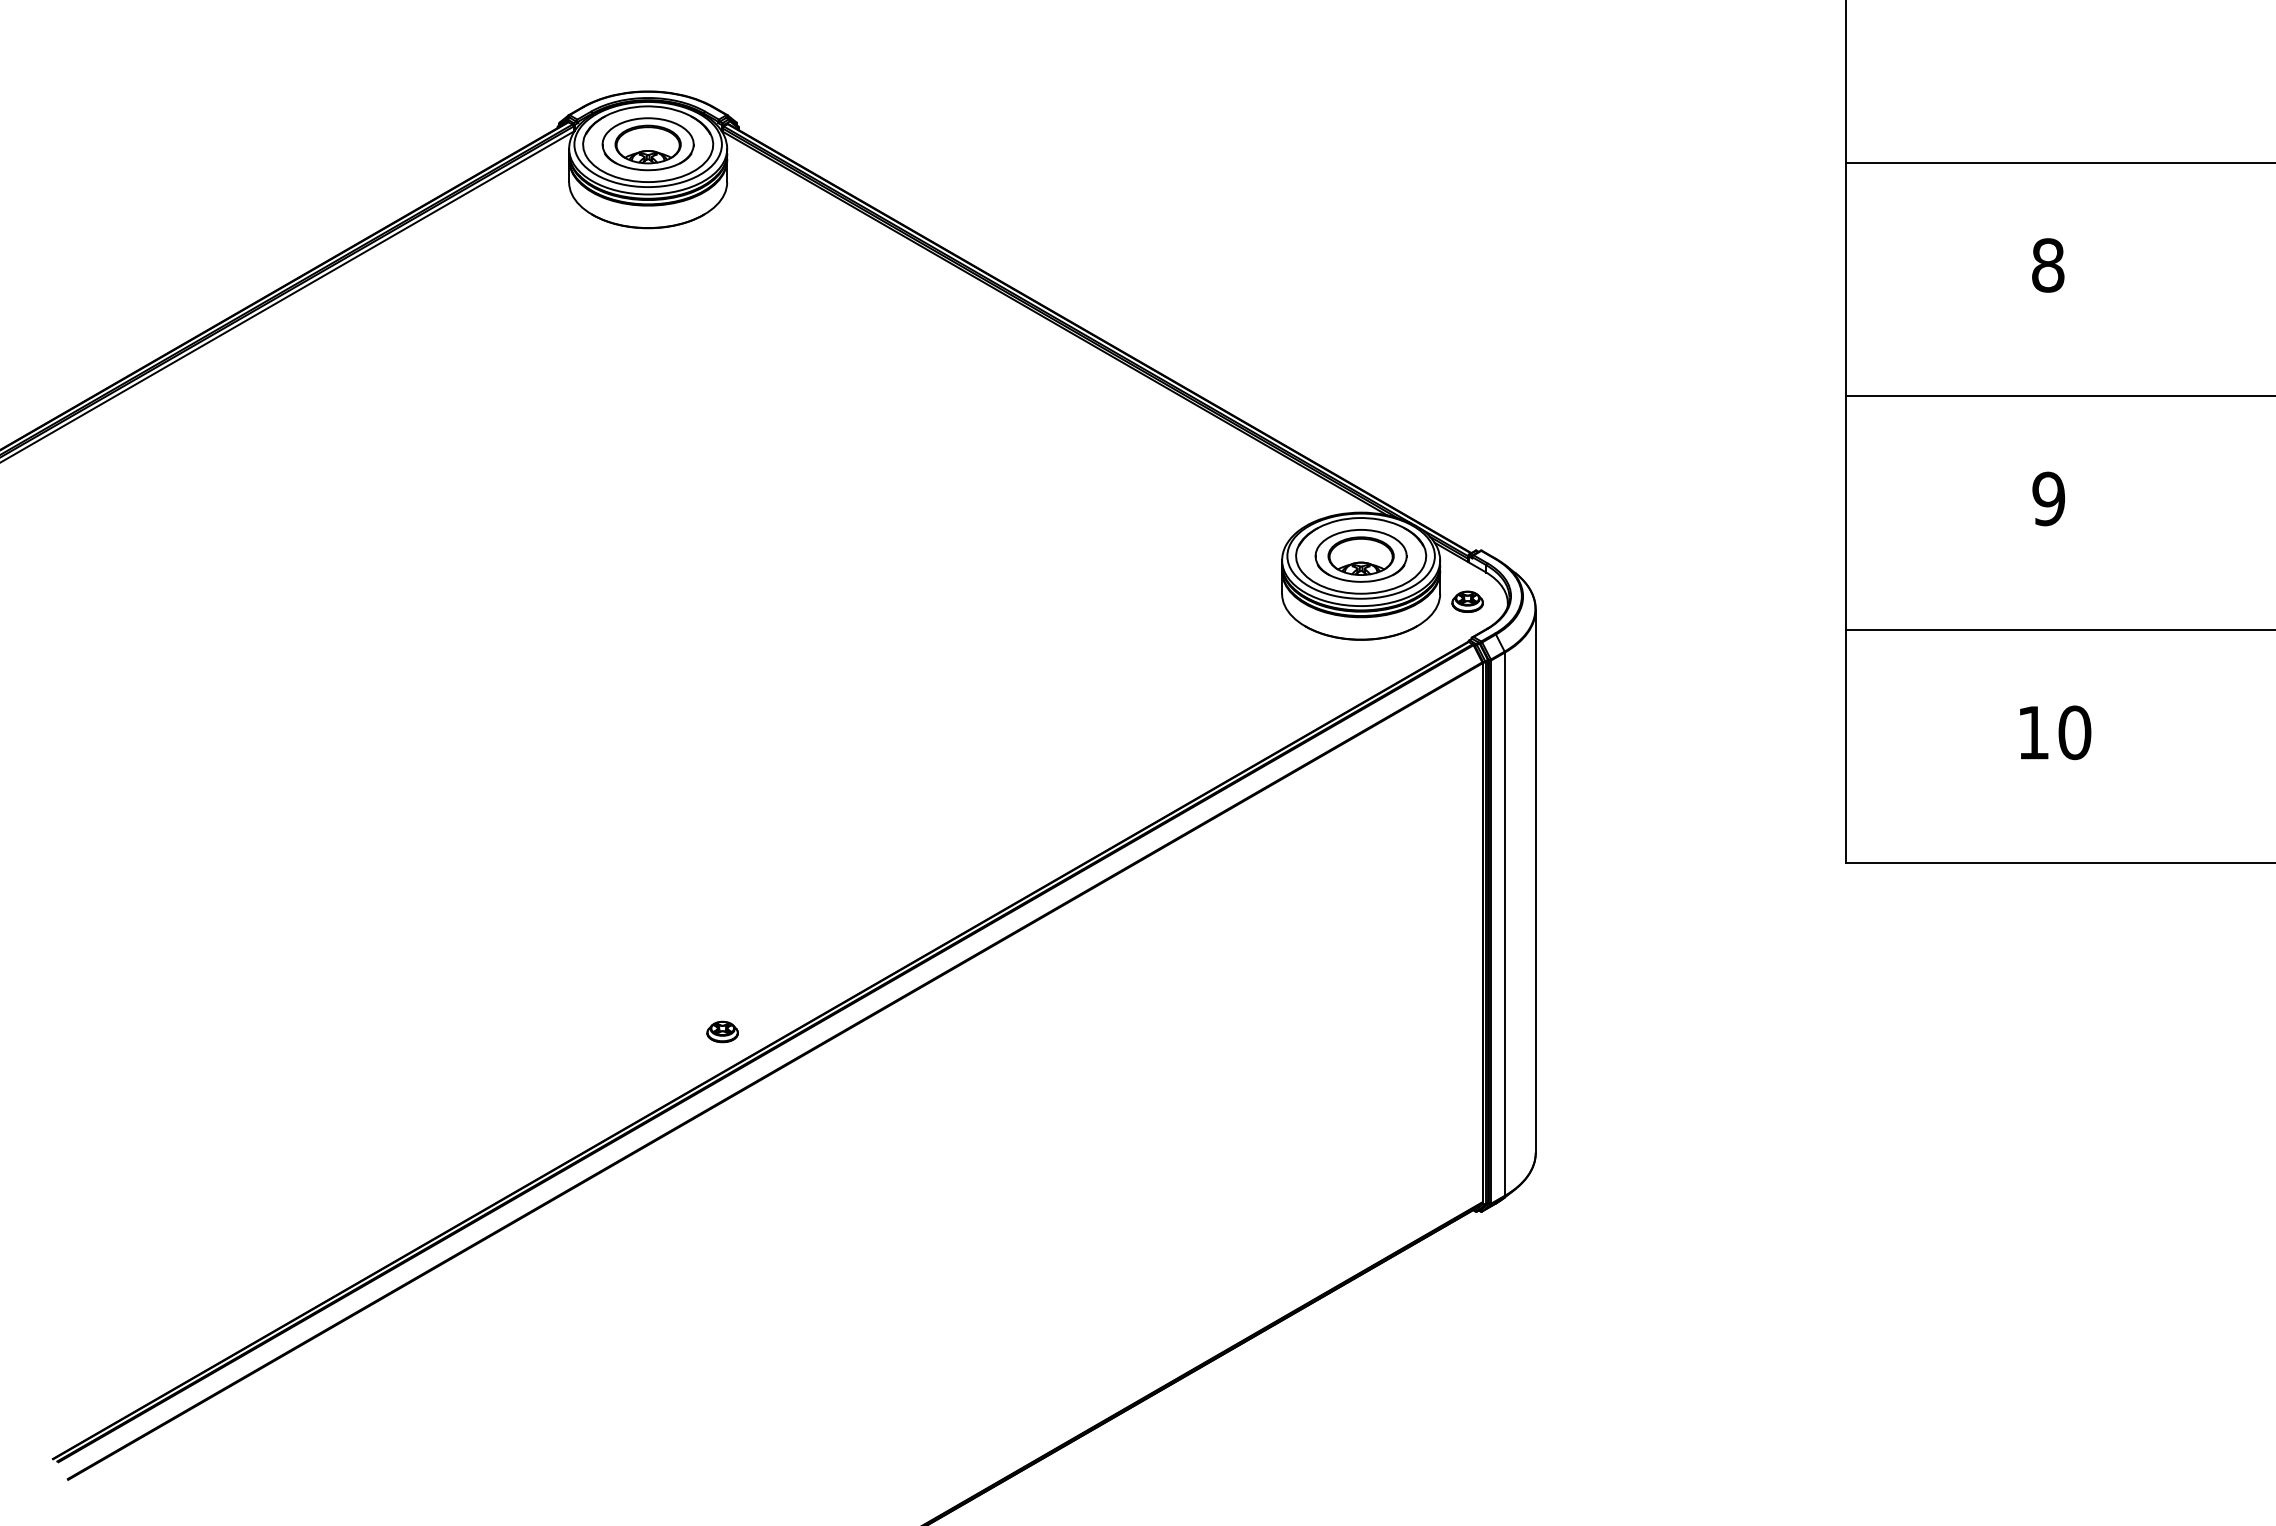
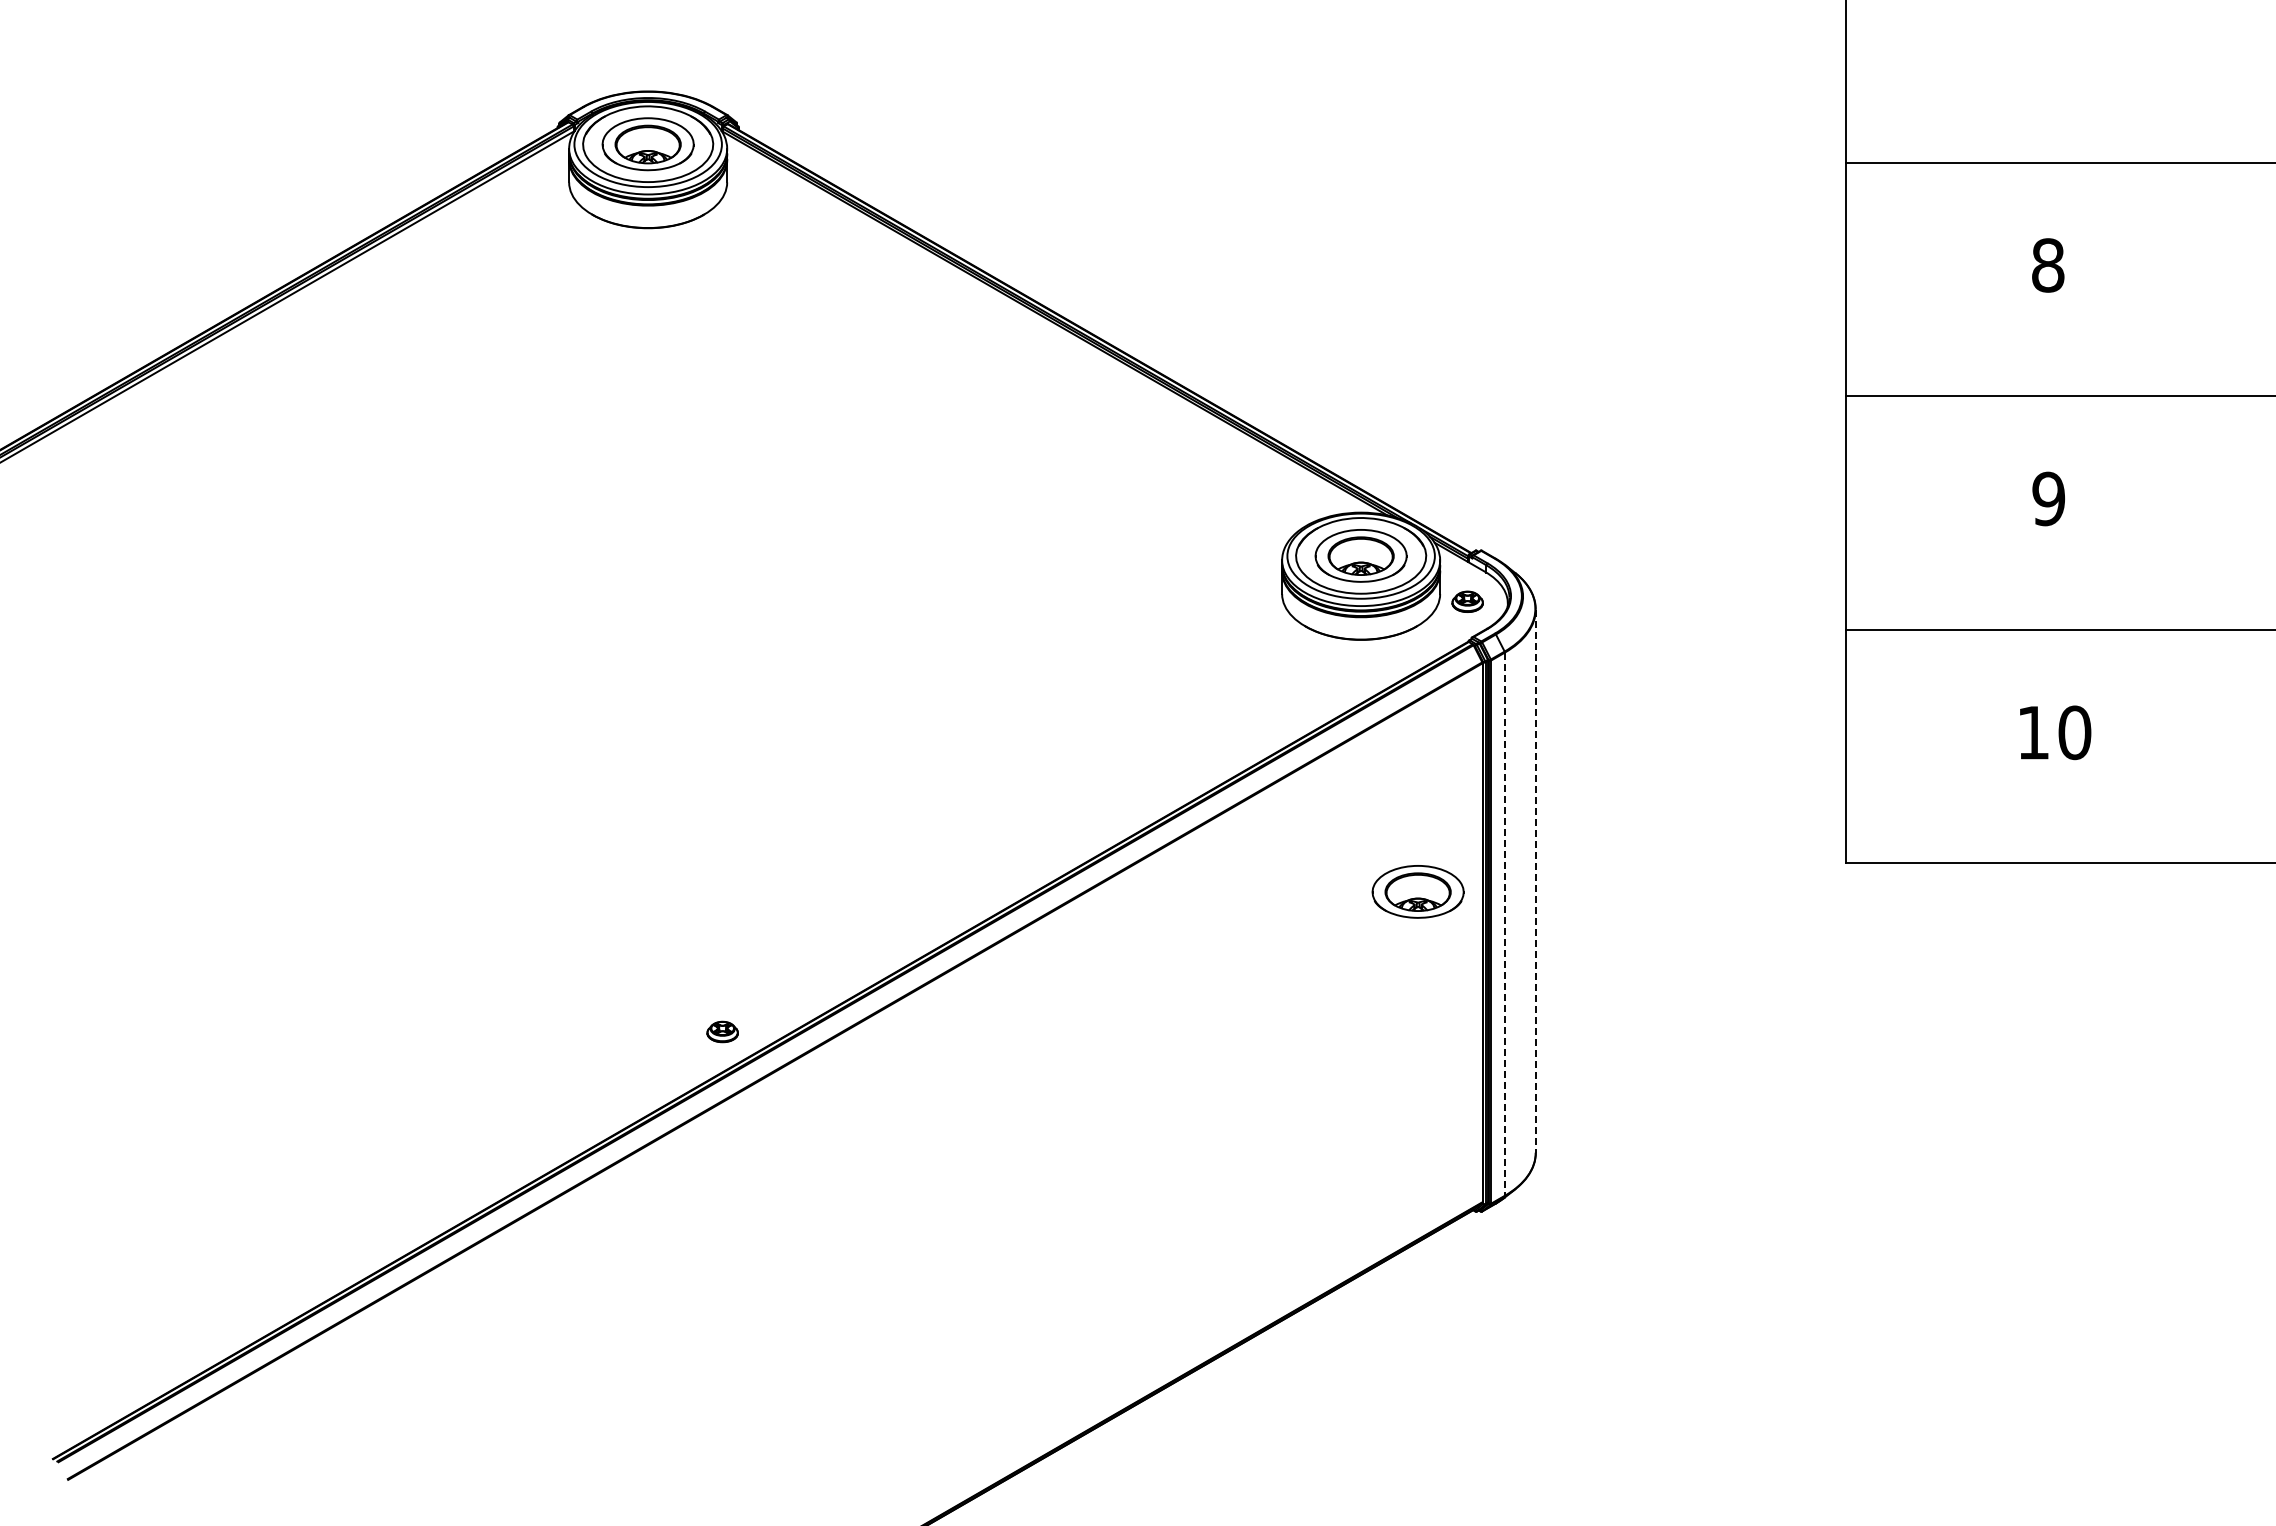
line at (1535, 881): solid -> dashed
part at (1417, 891): none -> present
line at (1504, 924): solid -> dashed
